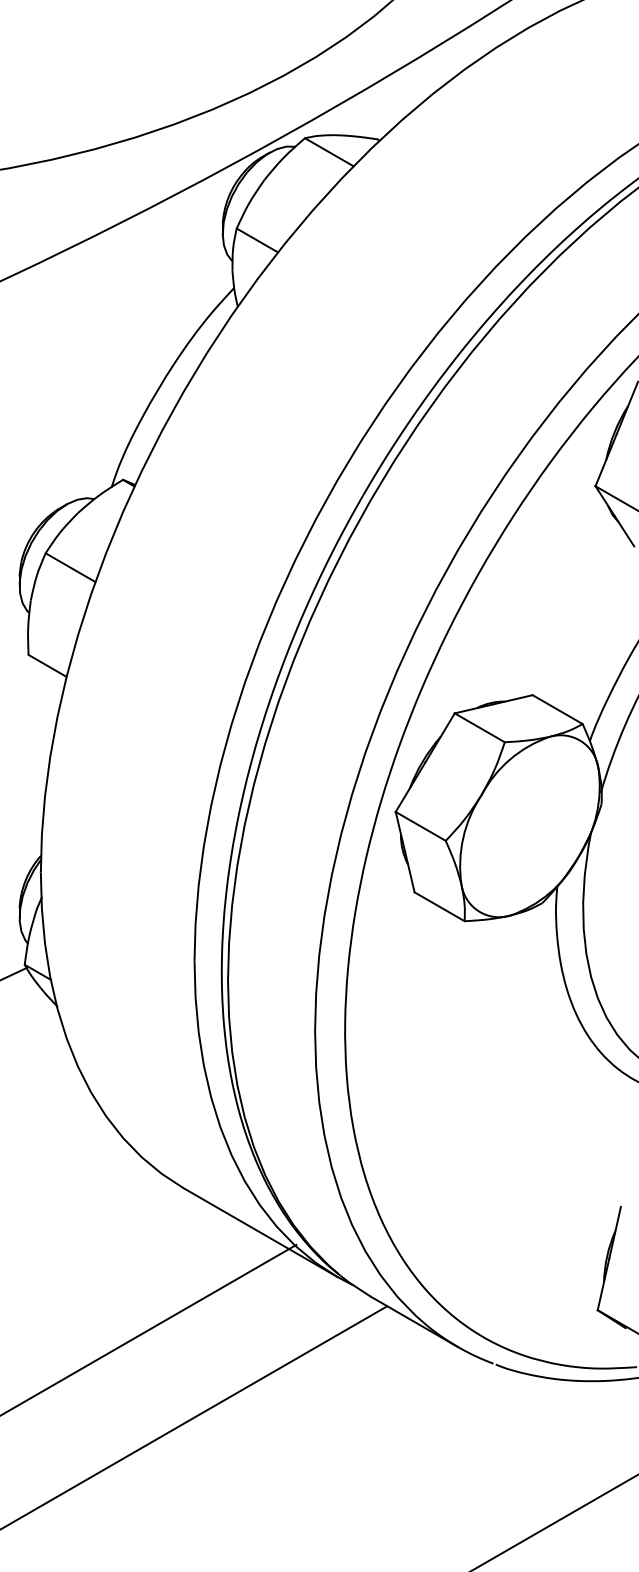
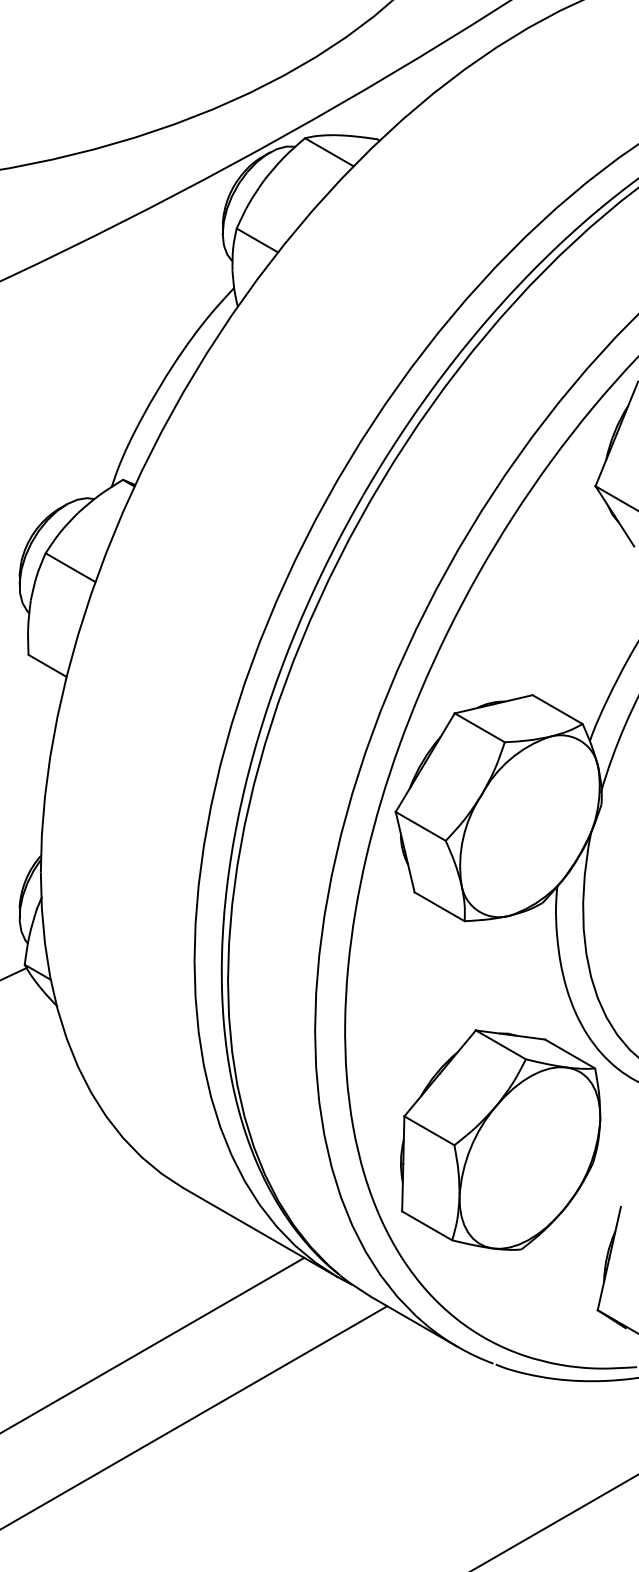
part at (500, 1139): none -> present
line at (149, 1329) position: (149, 1329) -> (153, 1344)
